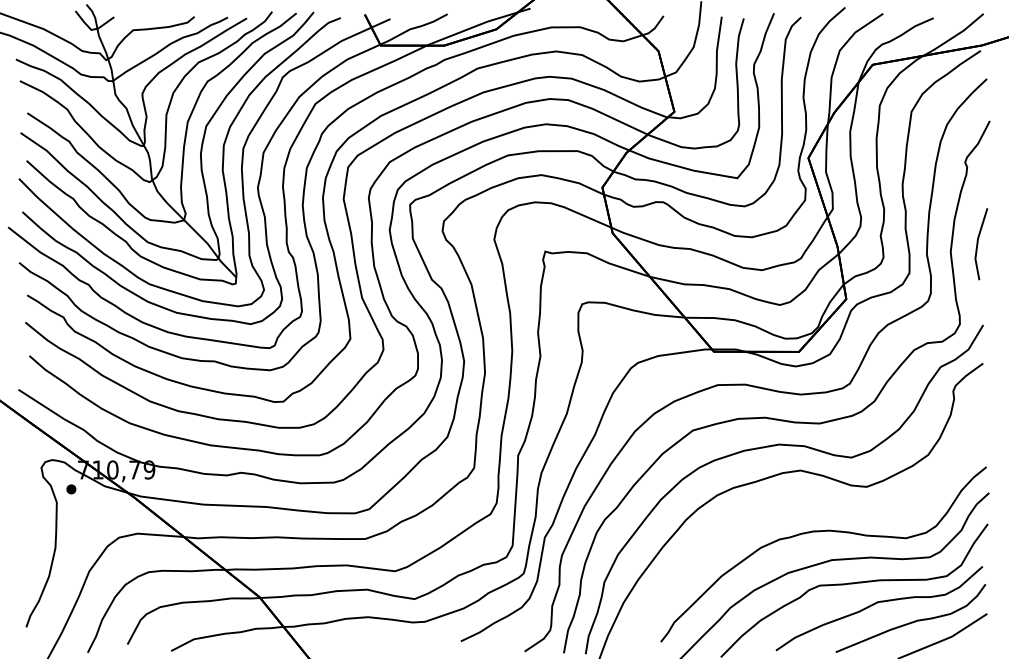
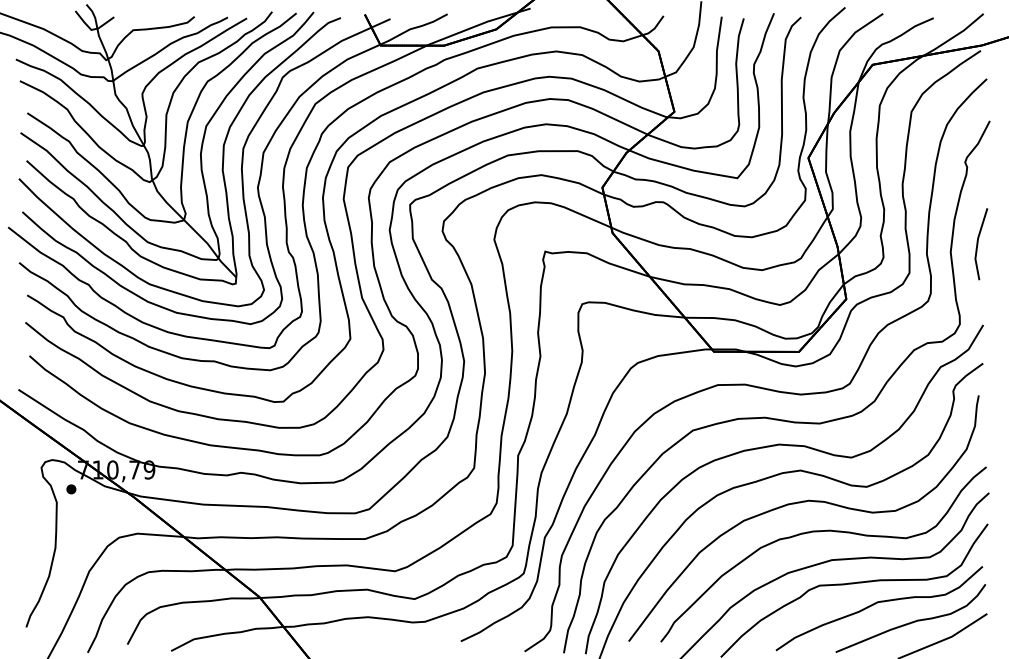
part at (800, 503): none -> present
